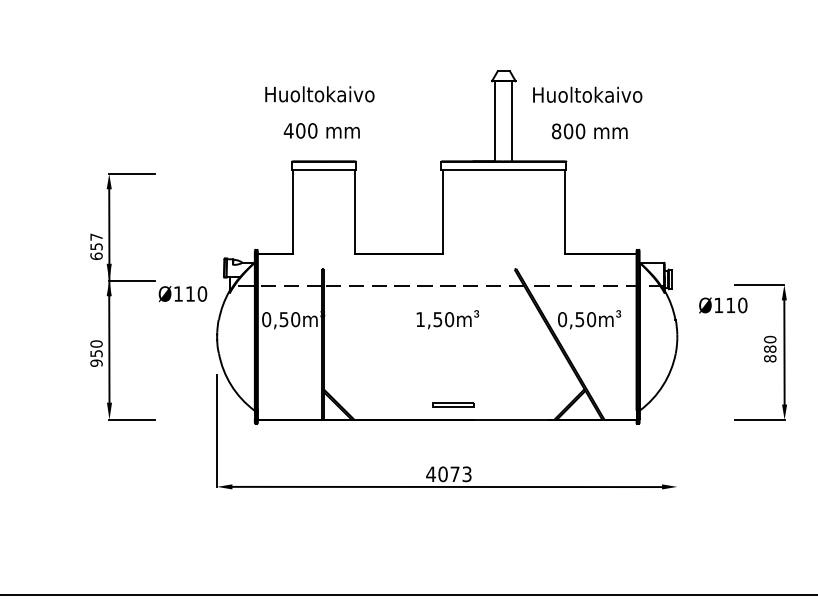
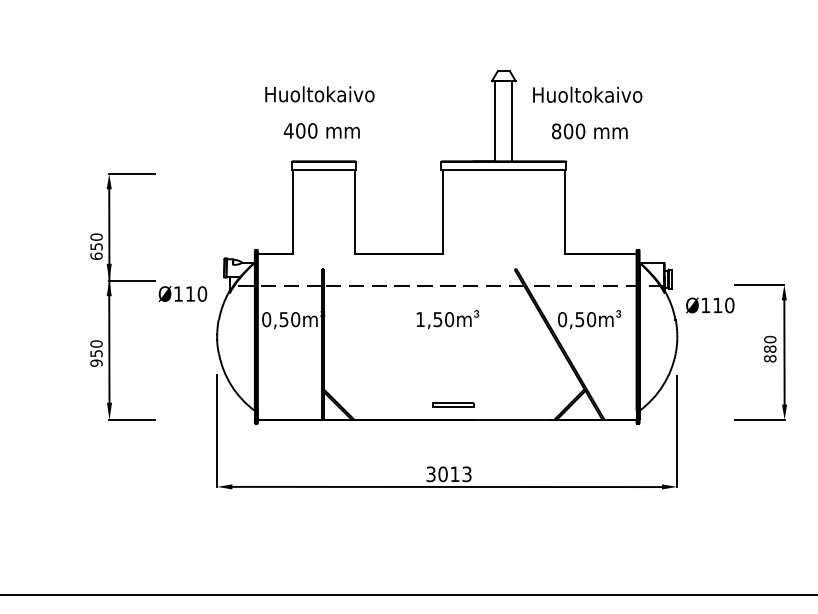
text at (96, 236): 657 -> 650
text at (723, 305) position: (723, 305) -> (710, 305)
line at (677, 431): none -> present
text at (442, 474): 4073 -> 3013
